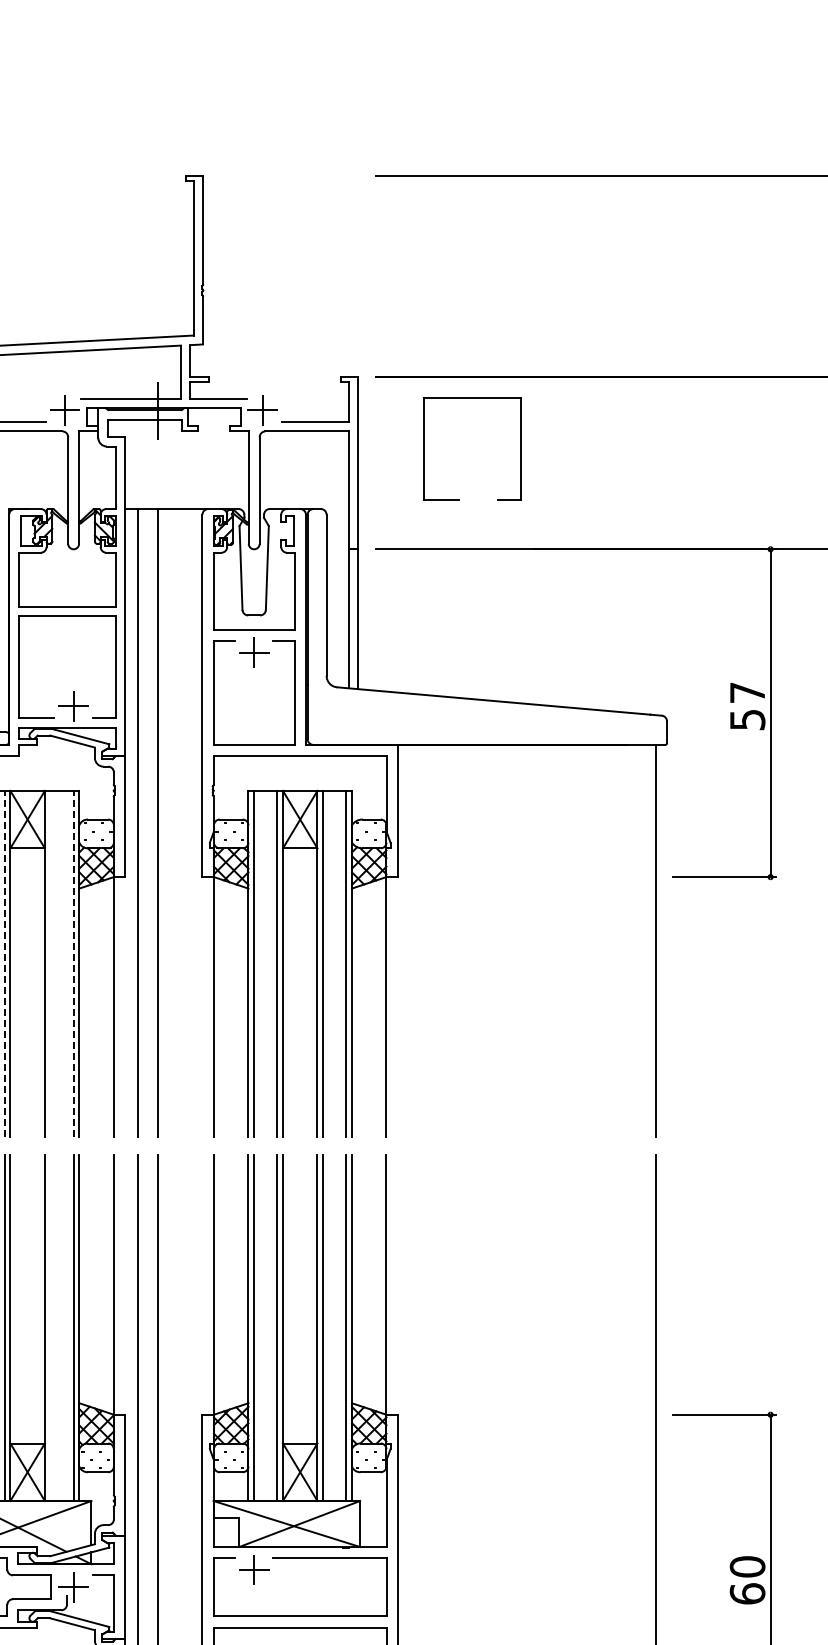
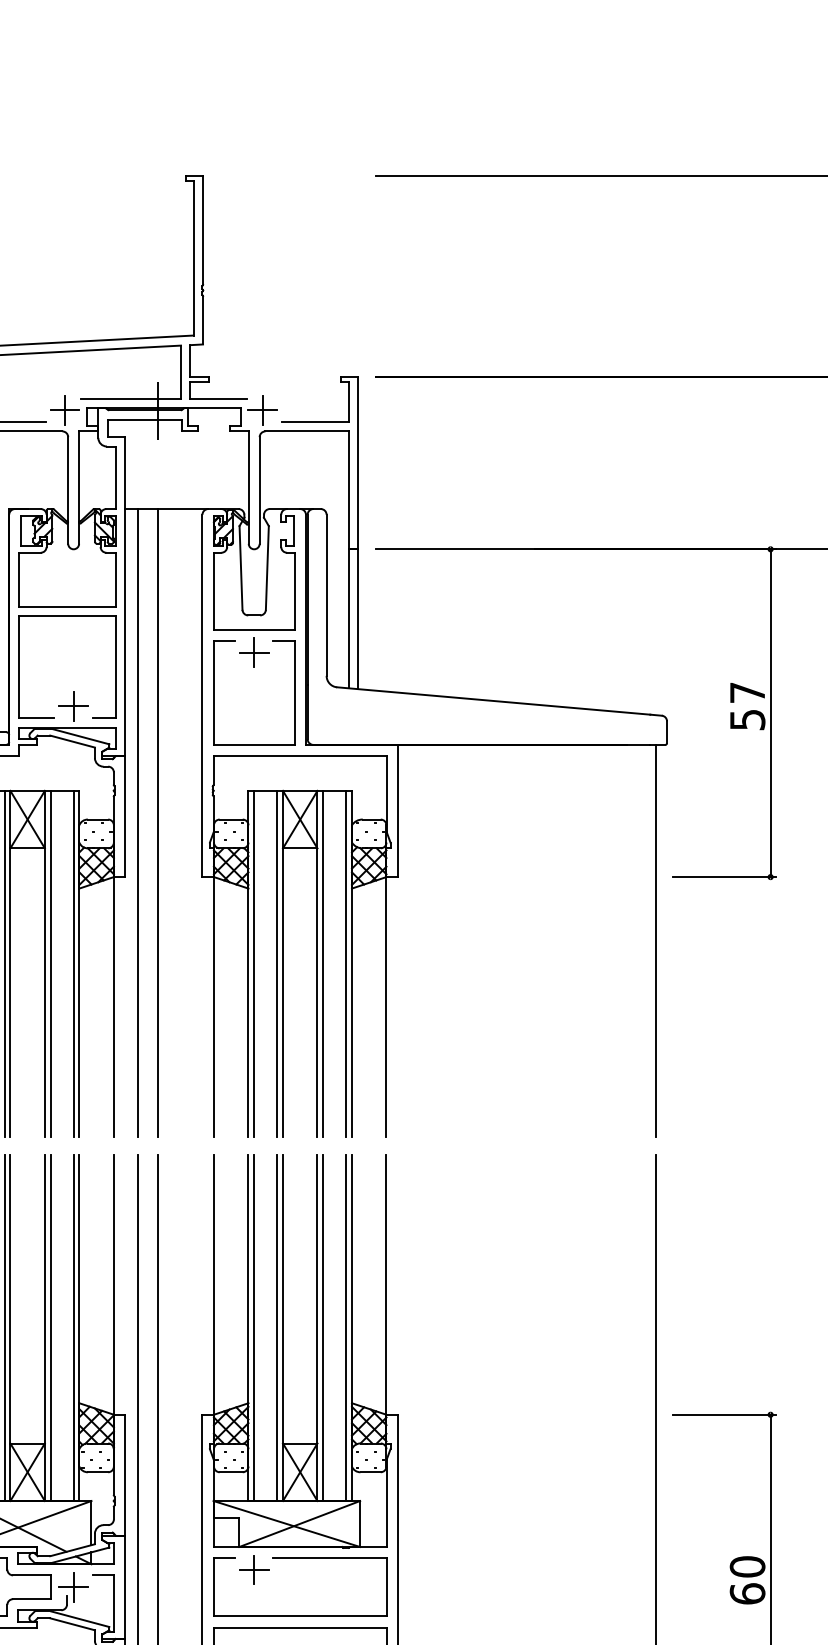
part at (424, 448): present -> none
line at (4, 963): dashed -> solid
line at (50, 963): none -> present
line at (73, 963): dashed -> solid
line at (50, 1327): none -> present
